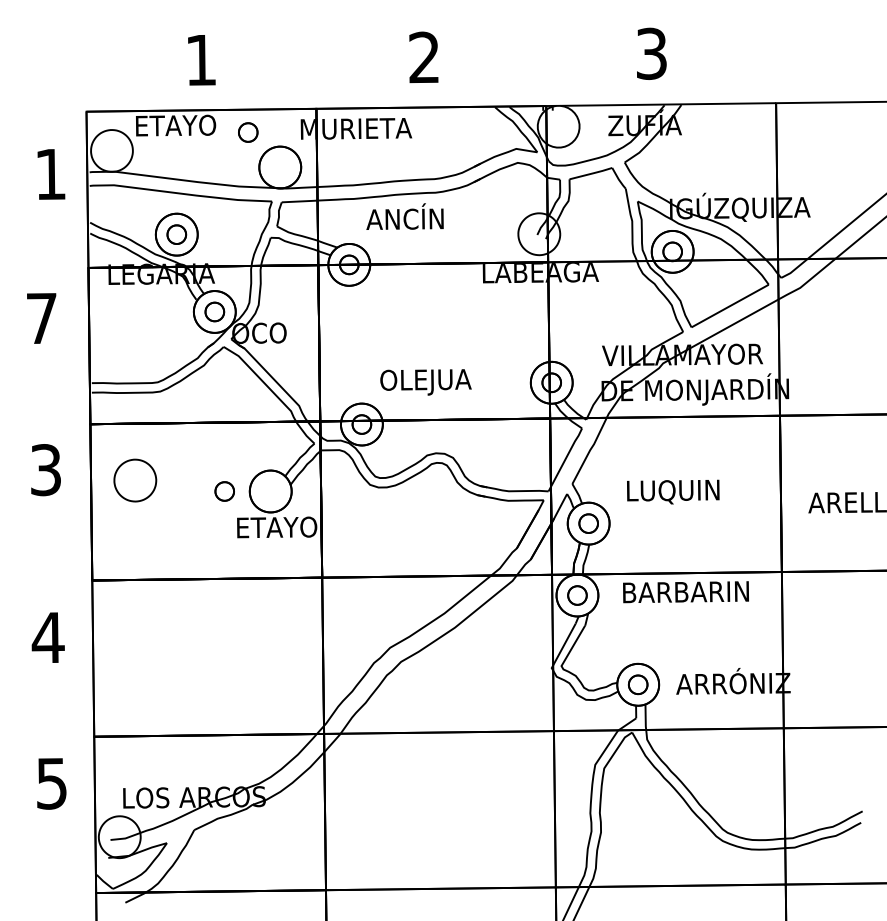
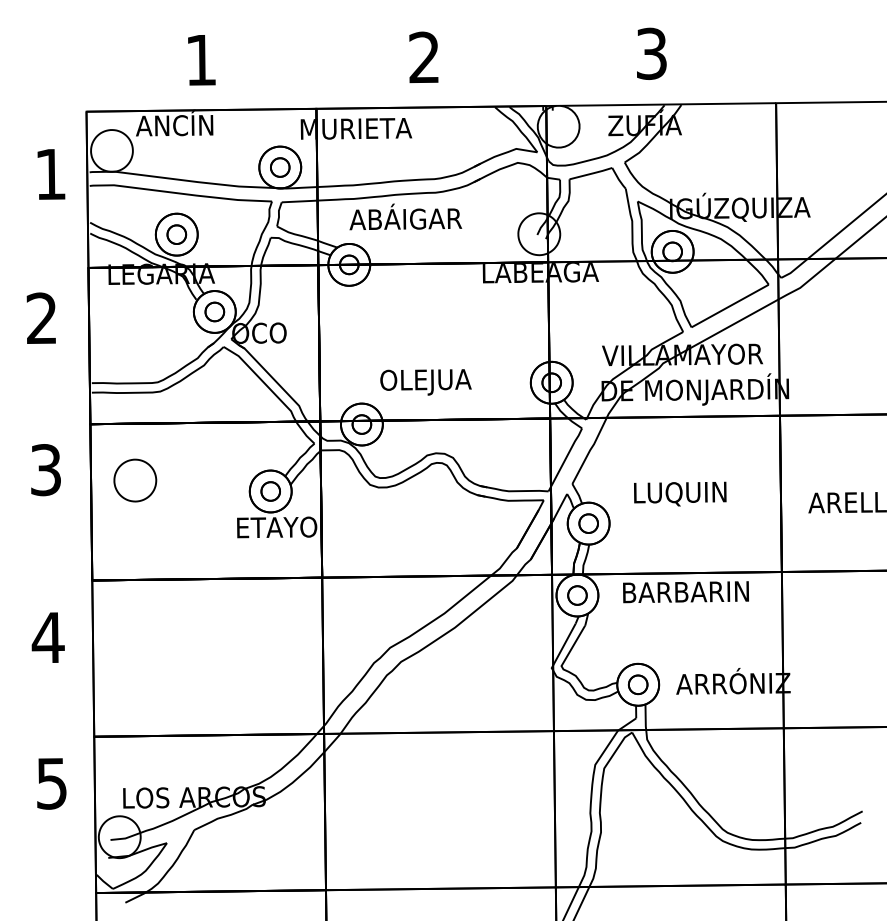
text at (176, 123): ETAYO -> ANCÍN
part at (248, 132) position: (248, 132) -> (280, 167)
text at (405, 216): ANCÍN -> ABÁIGAR
text at (41, 317): 7 -> 2
part at (224, 491) position: (224, 491) -> (270, 491)
text at (673, 491) position: (673, 491) -> (680, 493)
